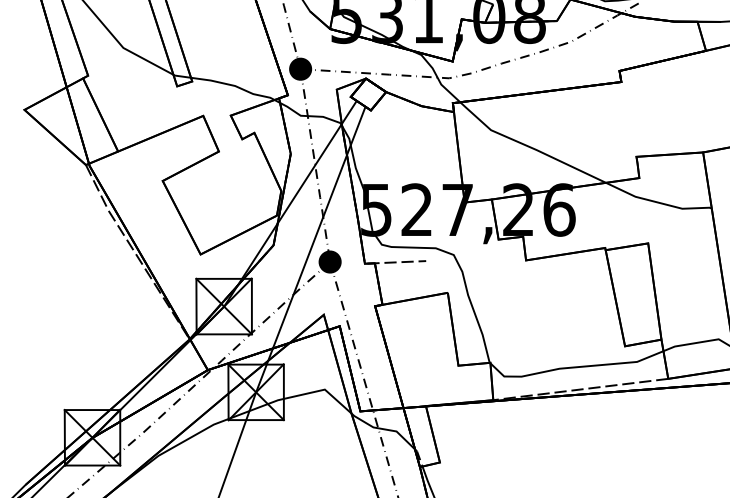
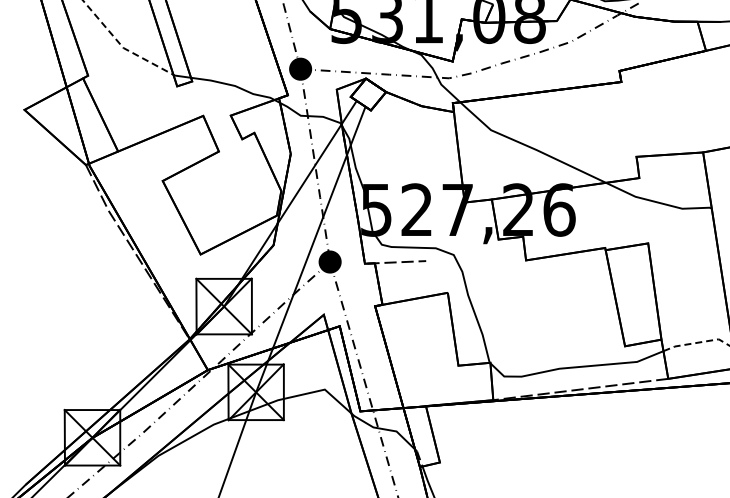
line at (122, 46): solid -> dashed
line at (697, 342): solid -> dashed
